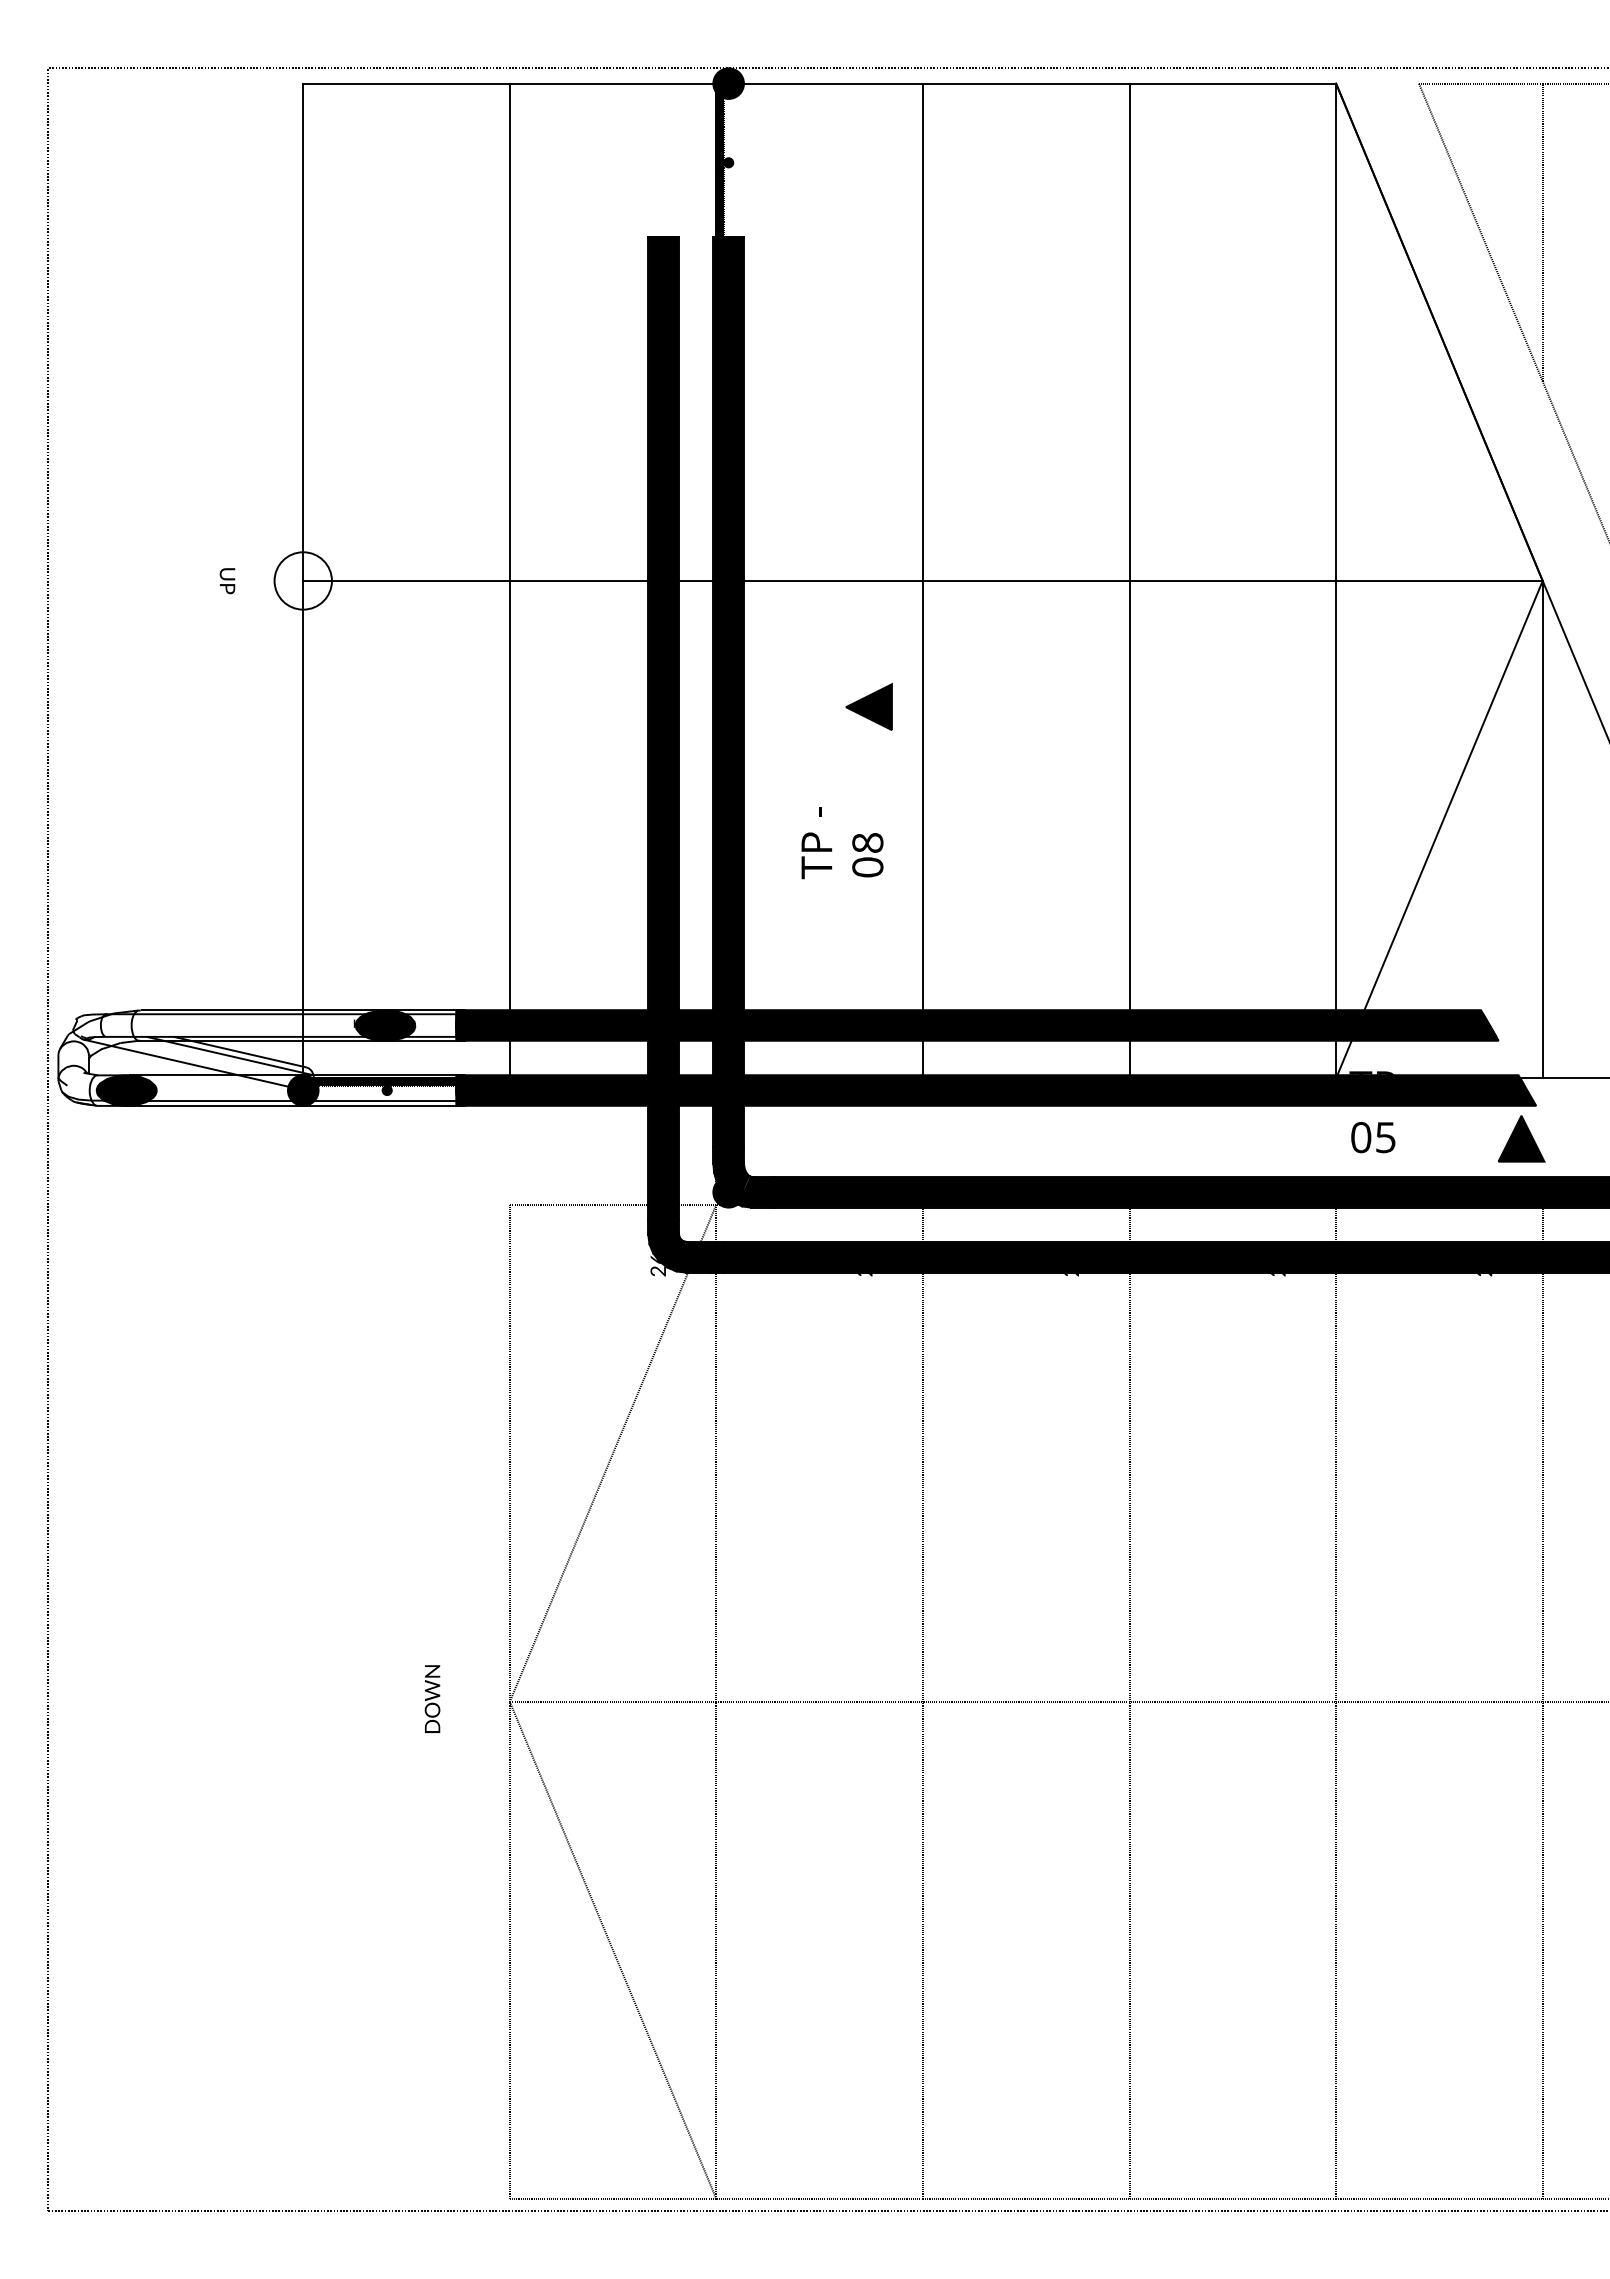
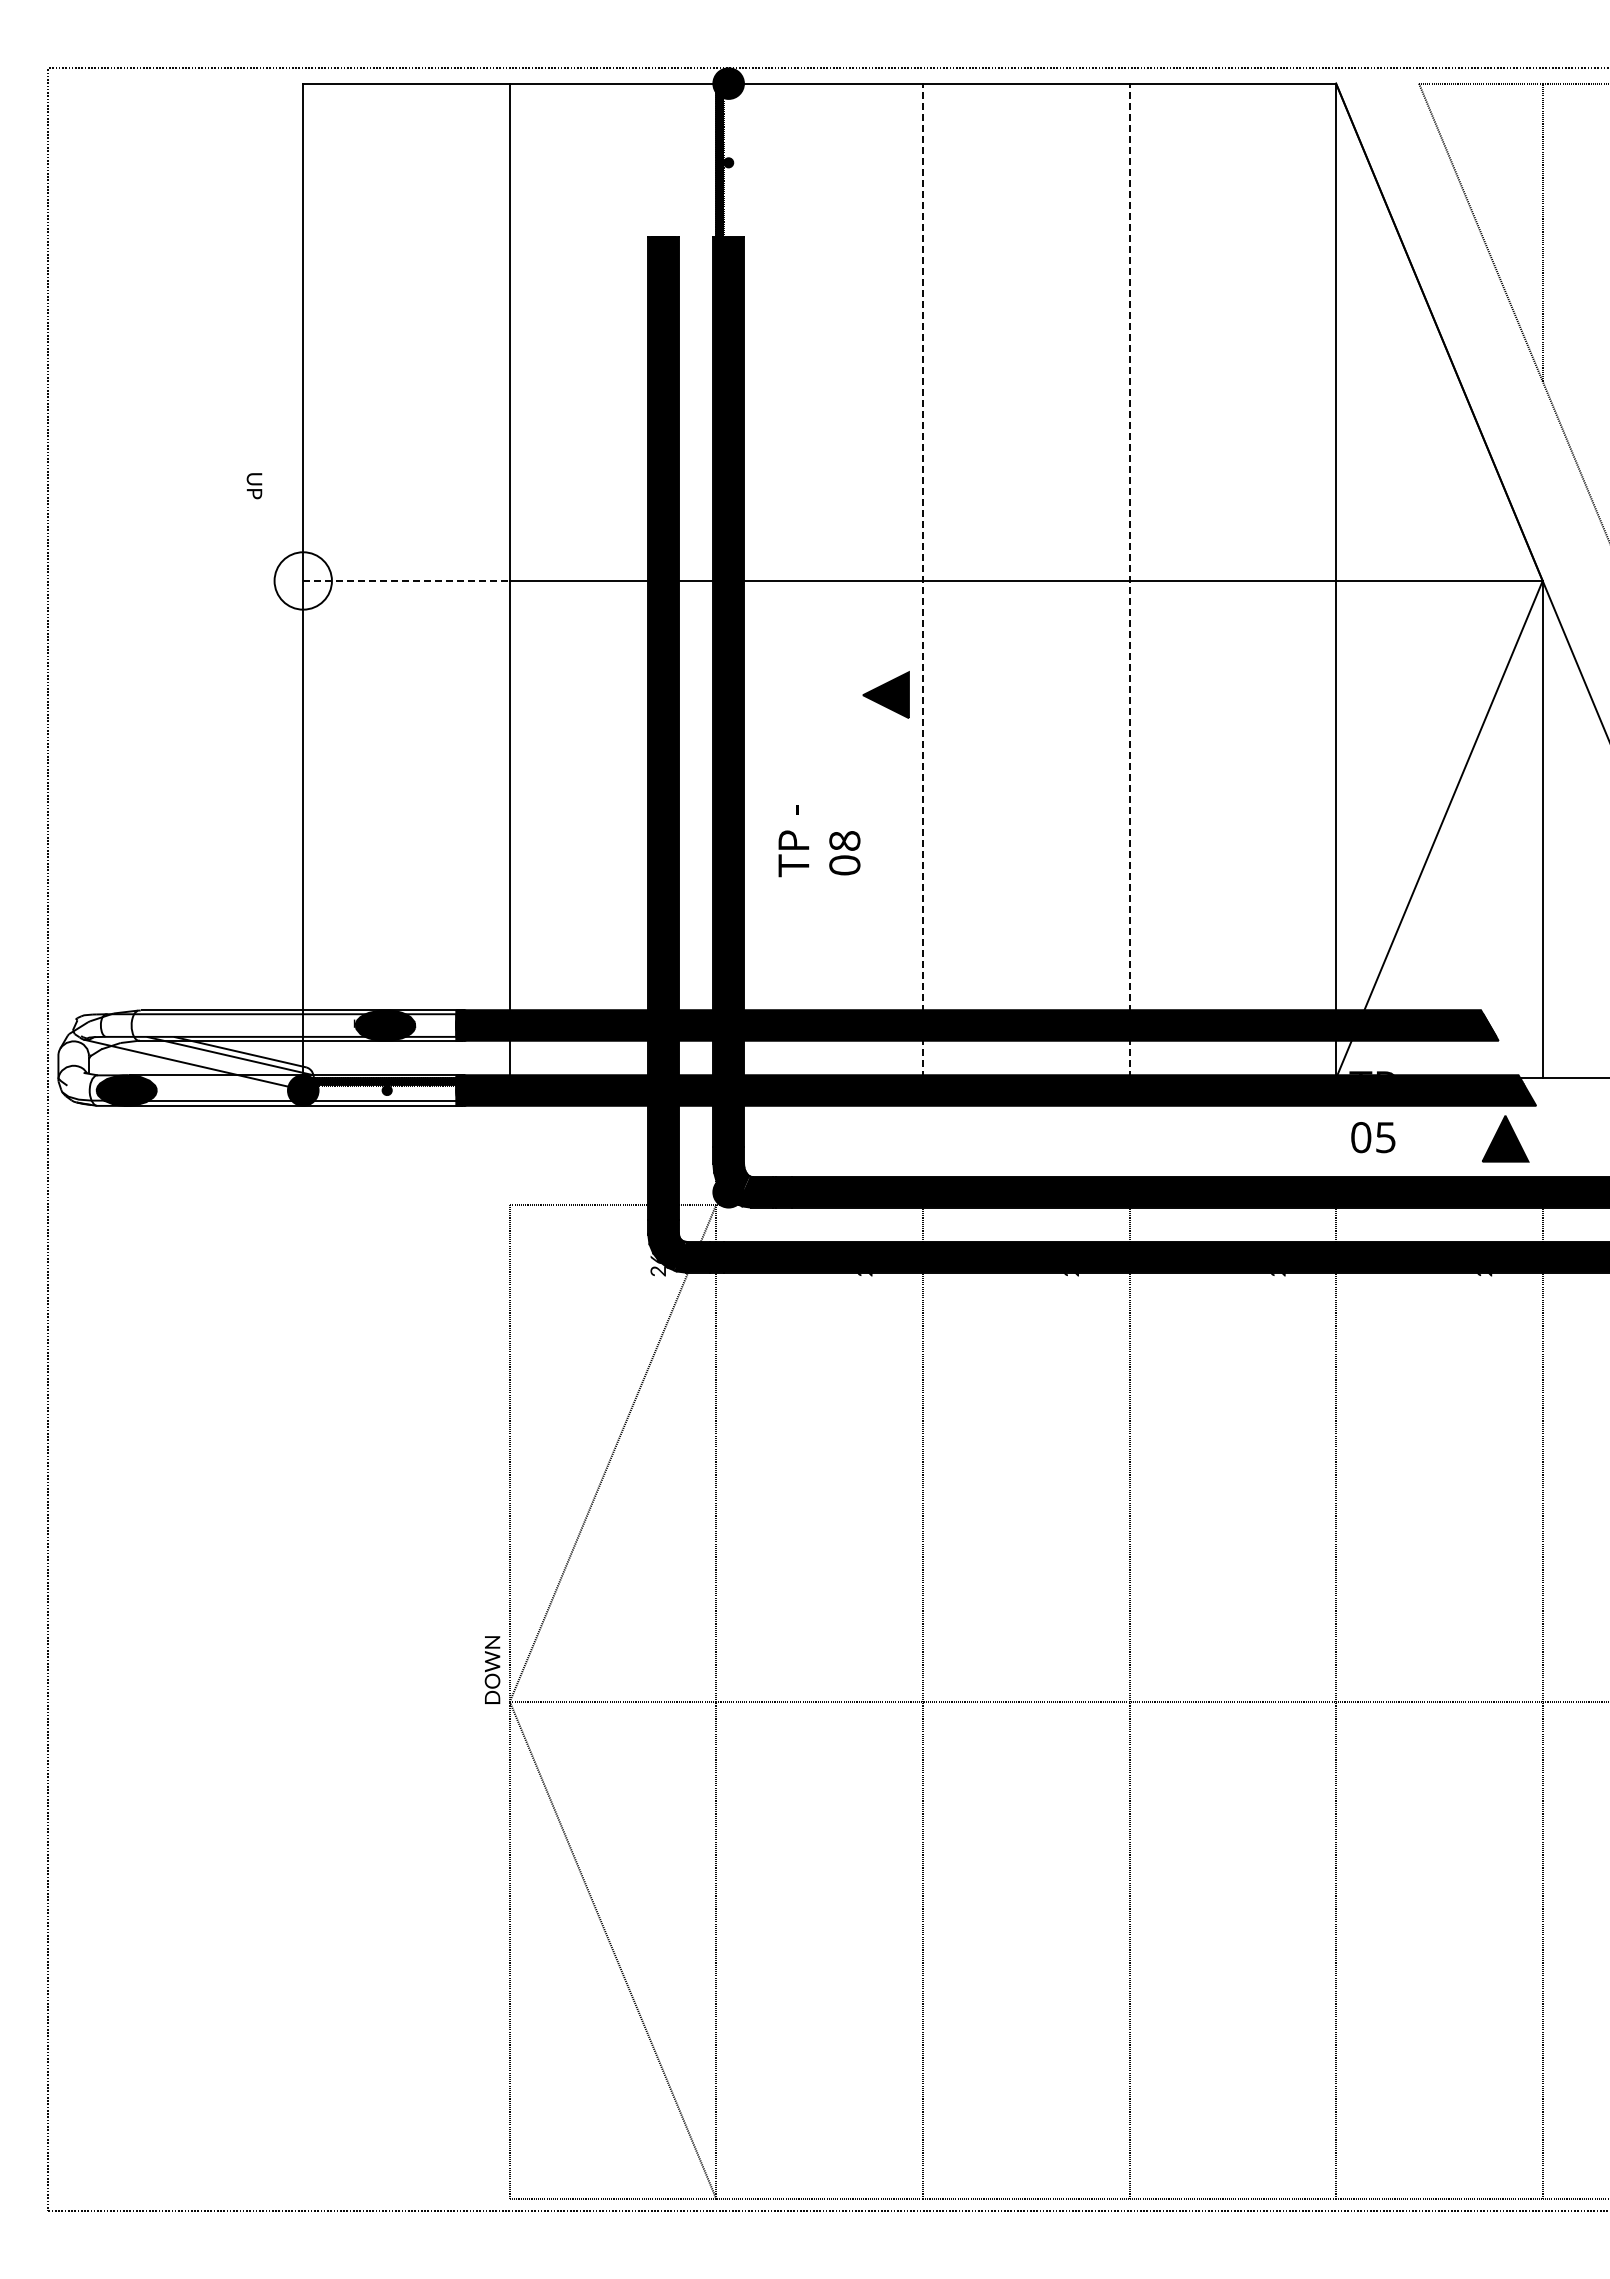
line at (407, 580): solid -> dashed
line at (923, 580): solid -> dashed
line at (1129, 580): solid -> dashed
text at (227, 581) position: (227, 581) -> (254, 486)
part at (868, 706) position: (868, 706) -> (885, 694)
text at (842, 843) position: (842, 843) -> (819, 841)
part at (1521, 1138) position: (1521, 1138) -> (1505, 1138)
text at (432, 1698) position: (432, 1698) -> (492, 1669)
